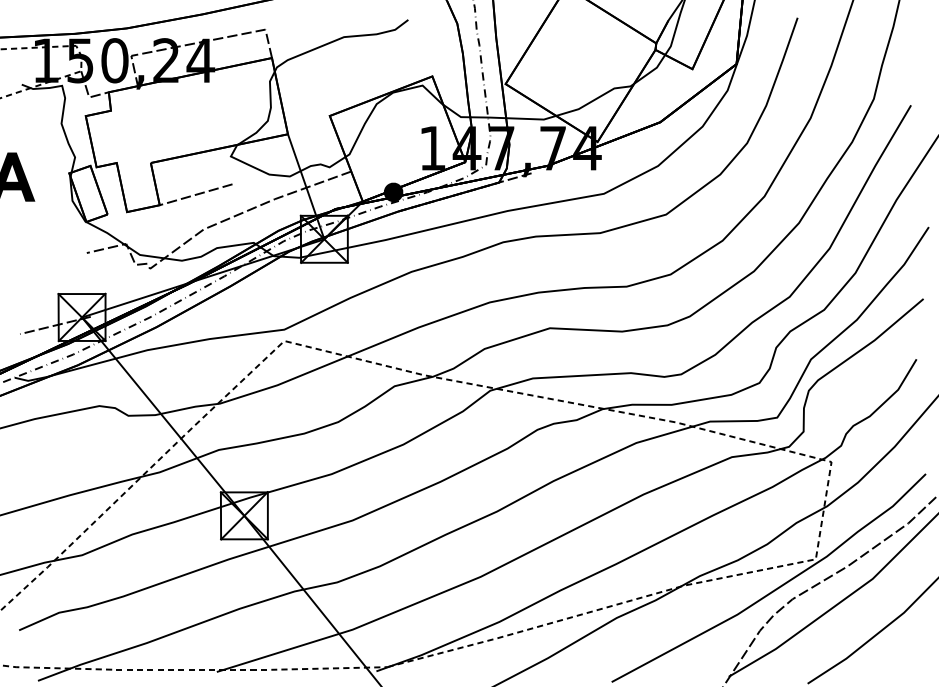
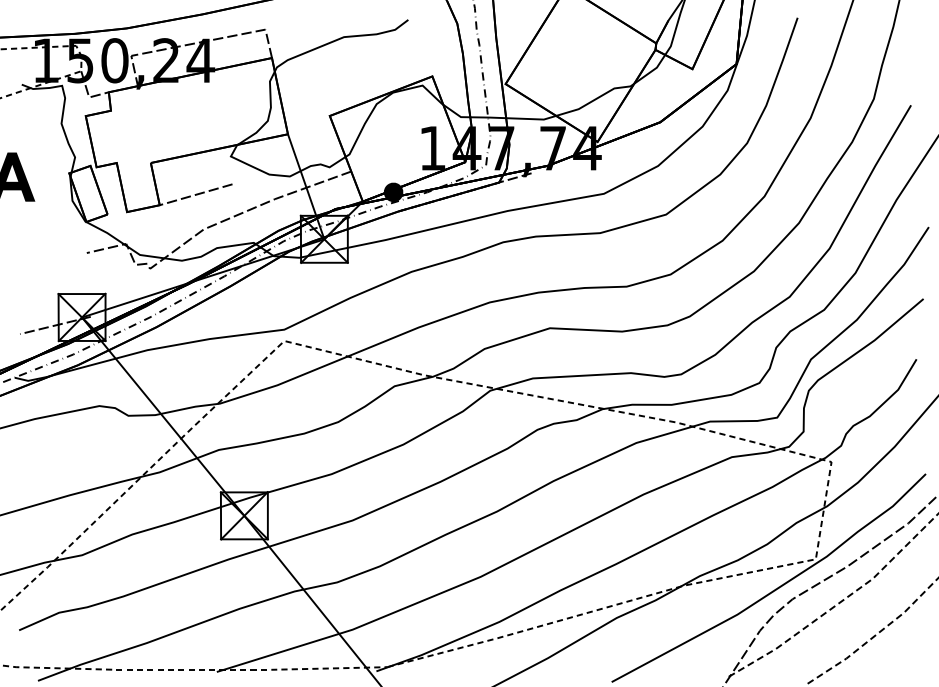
line at (840, 602): solid -> dashed
line at (875, 635): solid -> dashed
